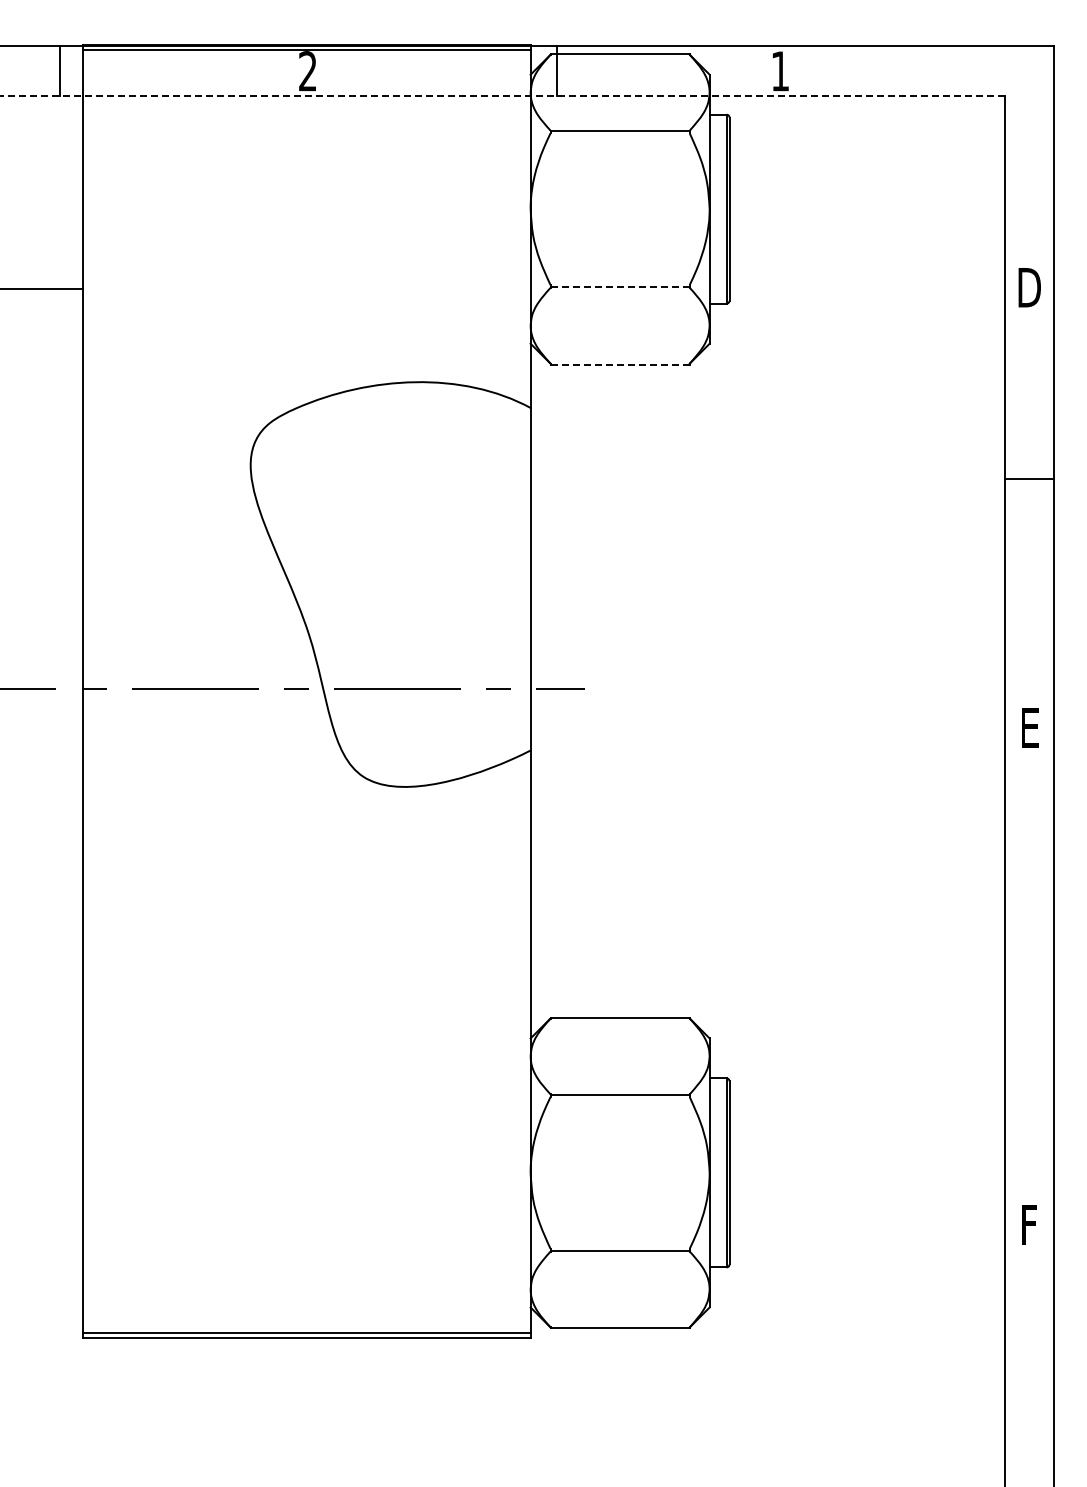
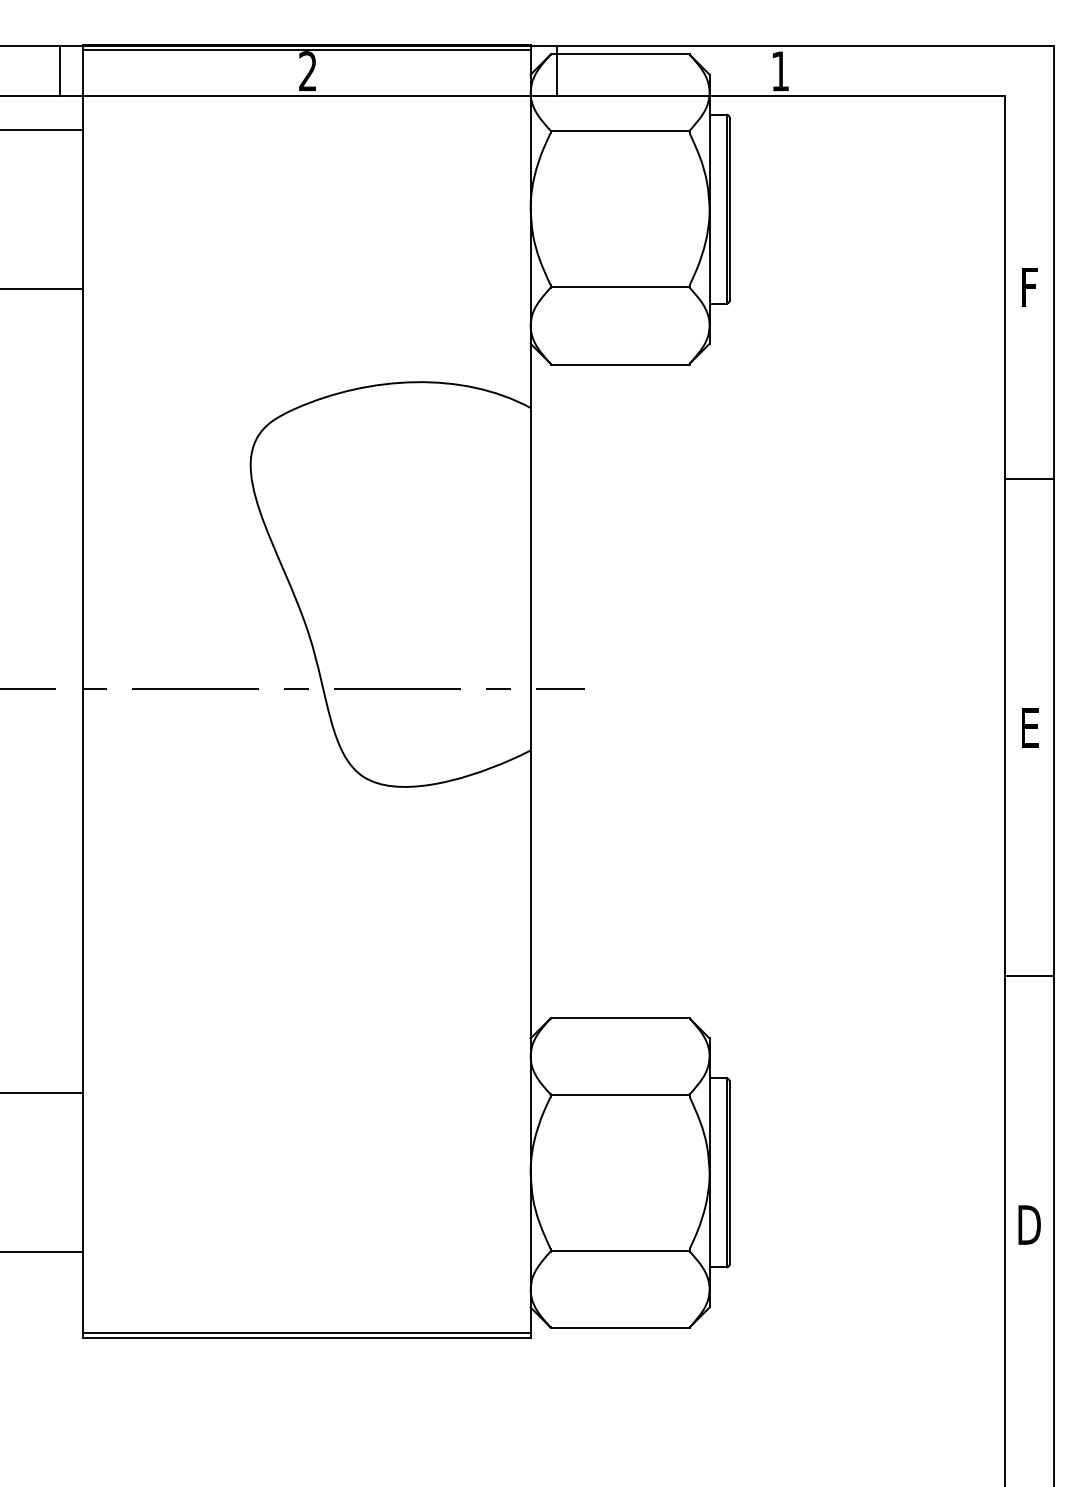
line at (502, 96): dashed -> solid
line at (42, 129): none -> present
line at (620, 286): dashed -> solid
text at (1029, 287): D -> F
line at (620, 364): dashed -> solid
line at (1029, 976): none -> present
line at (42, 1093): none -> present
text at (1029, 1224): F -> D
line at (42, 1252): none -> present
